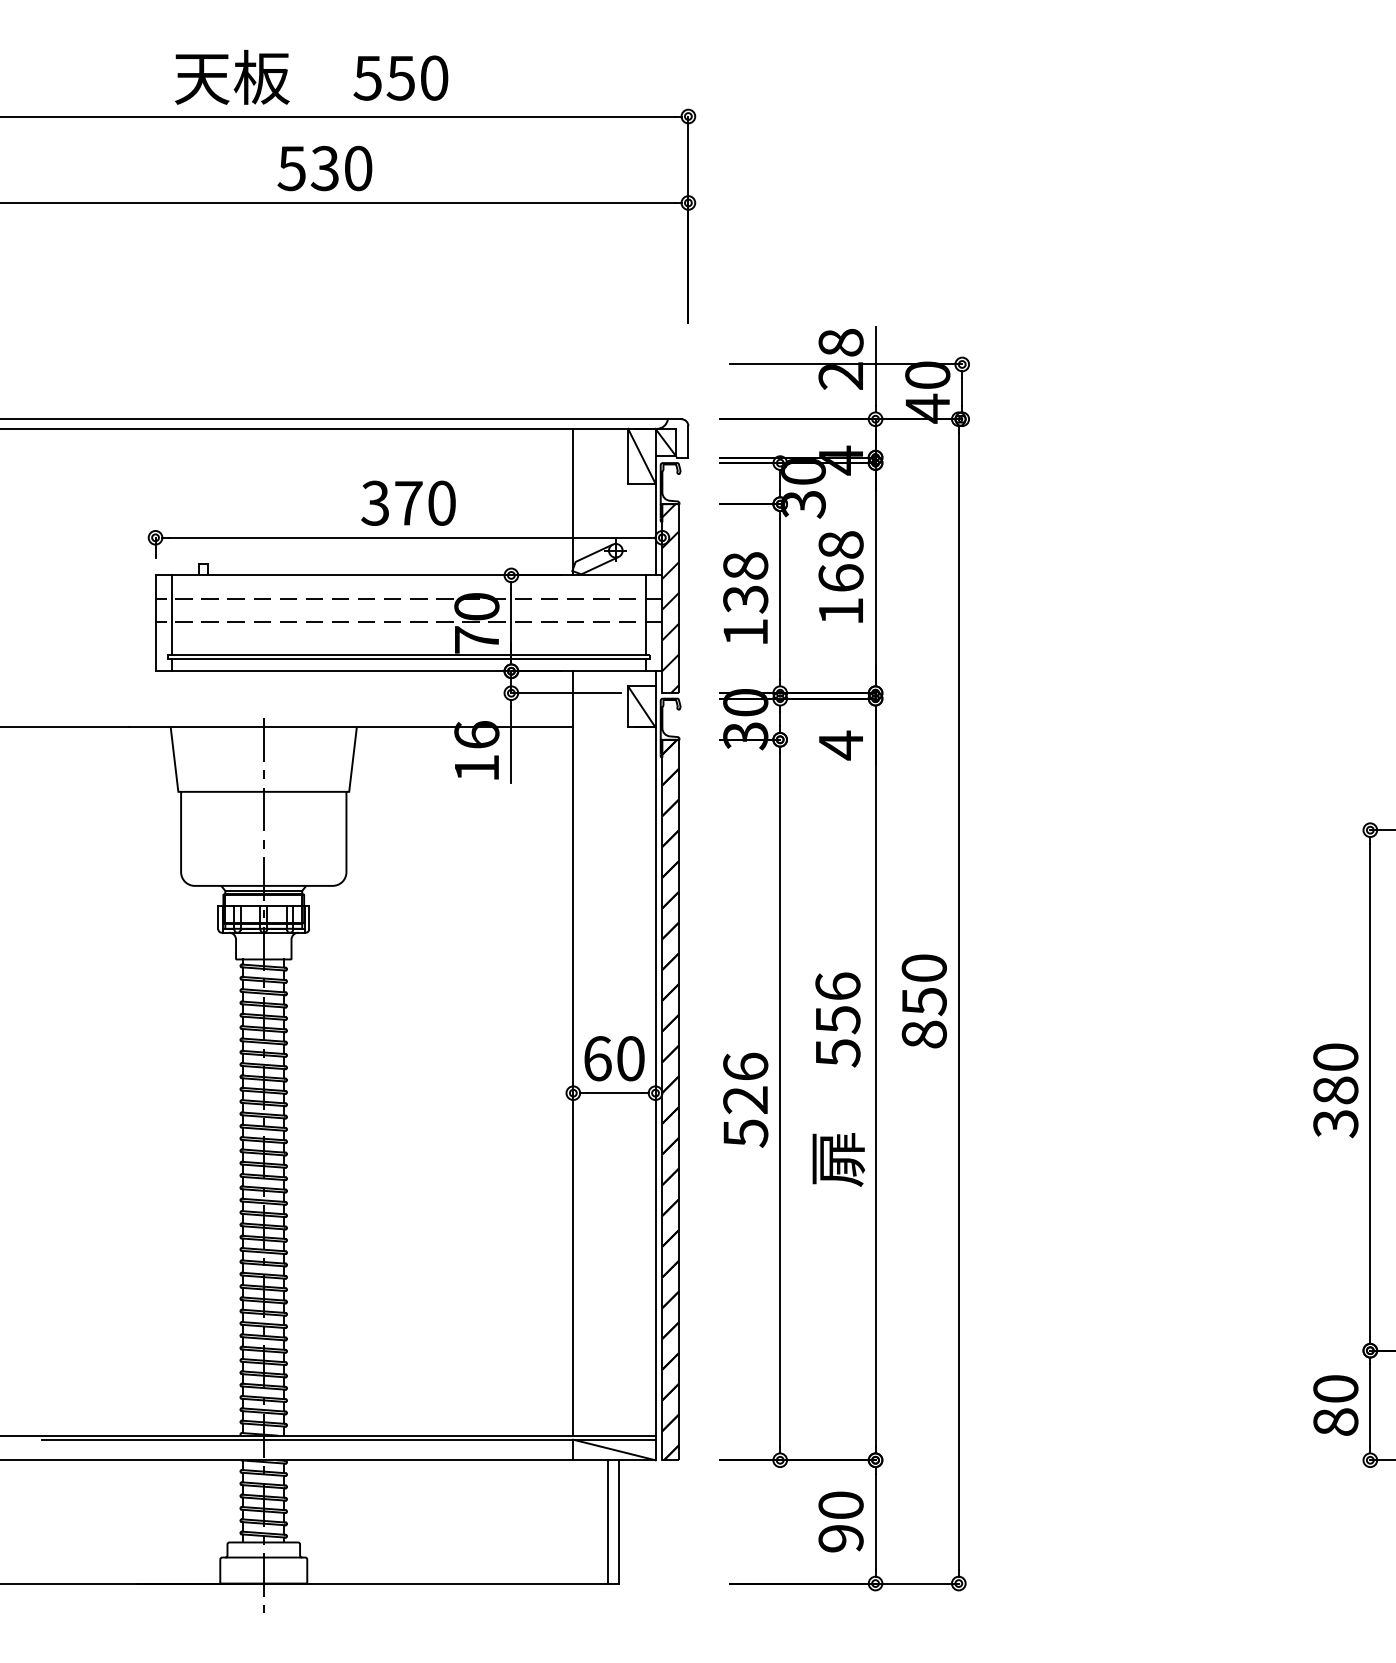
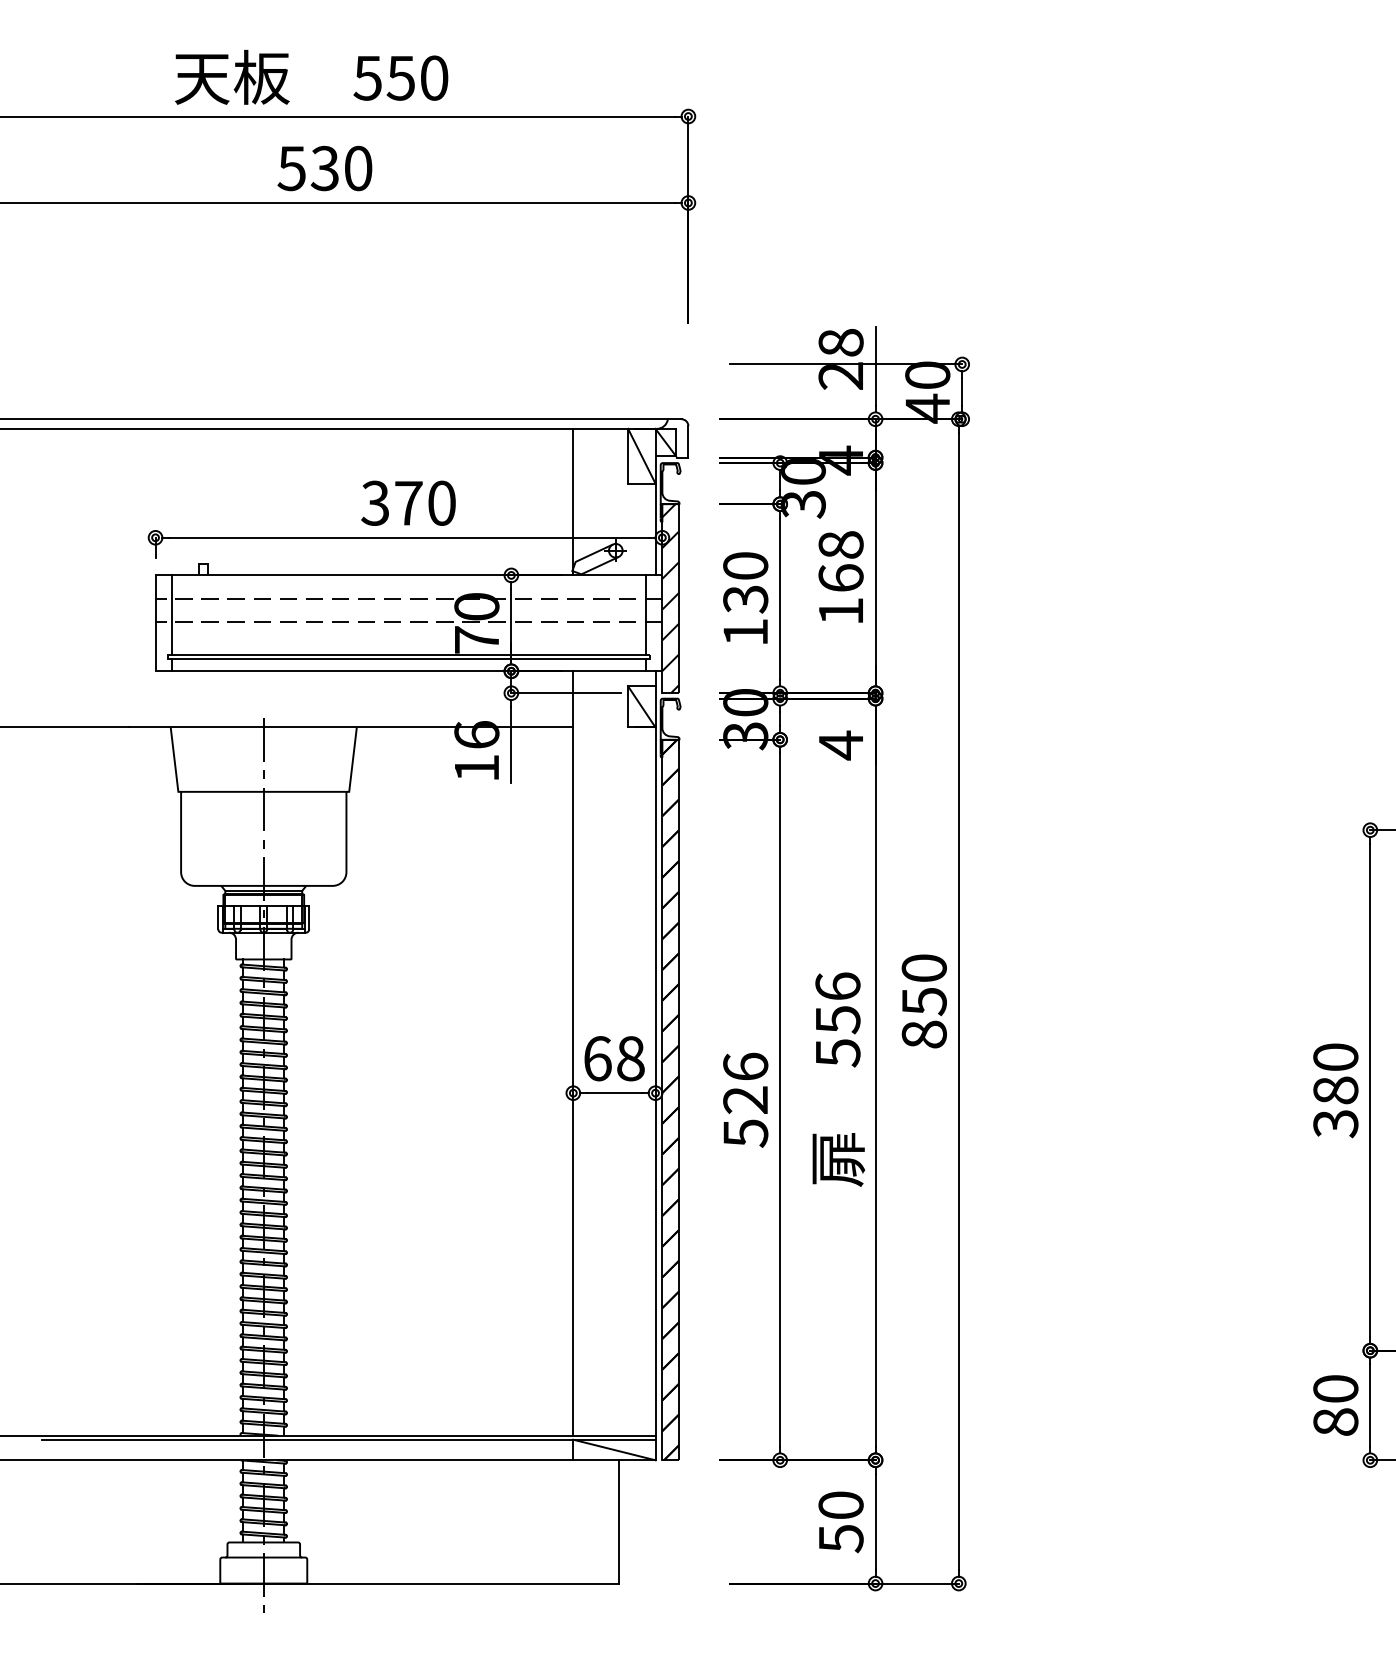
text at (745, 565): 138 -> 130
text at (630, 1058): 60 -> 68
line at (607, 1521): present -> none
text at (840, 1539): 90 -> 50
